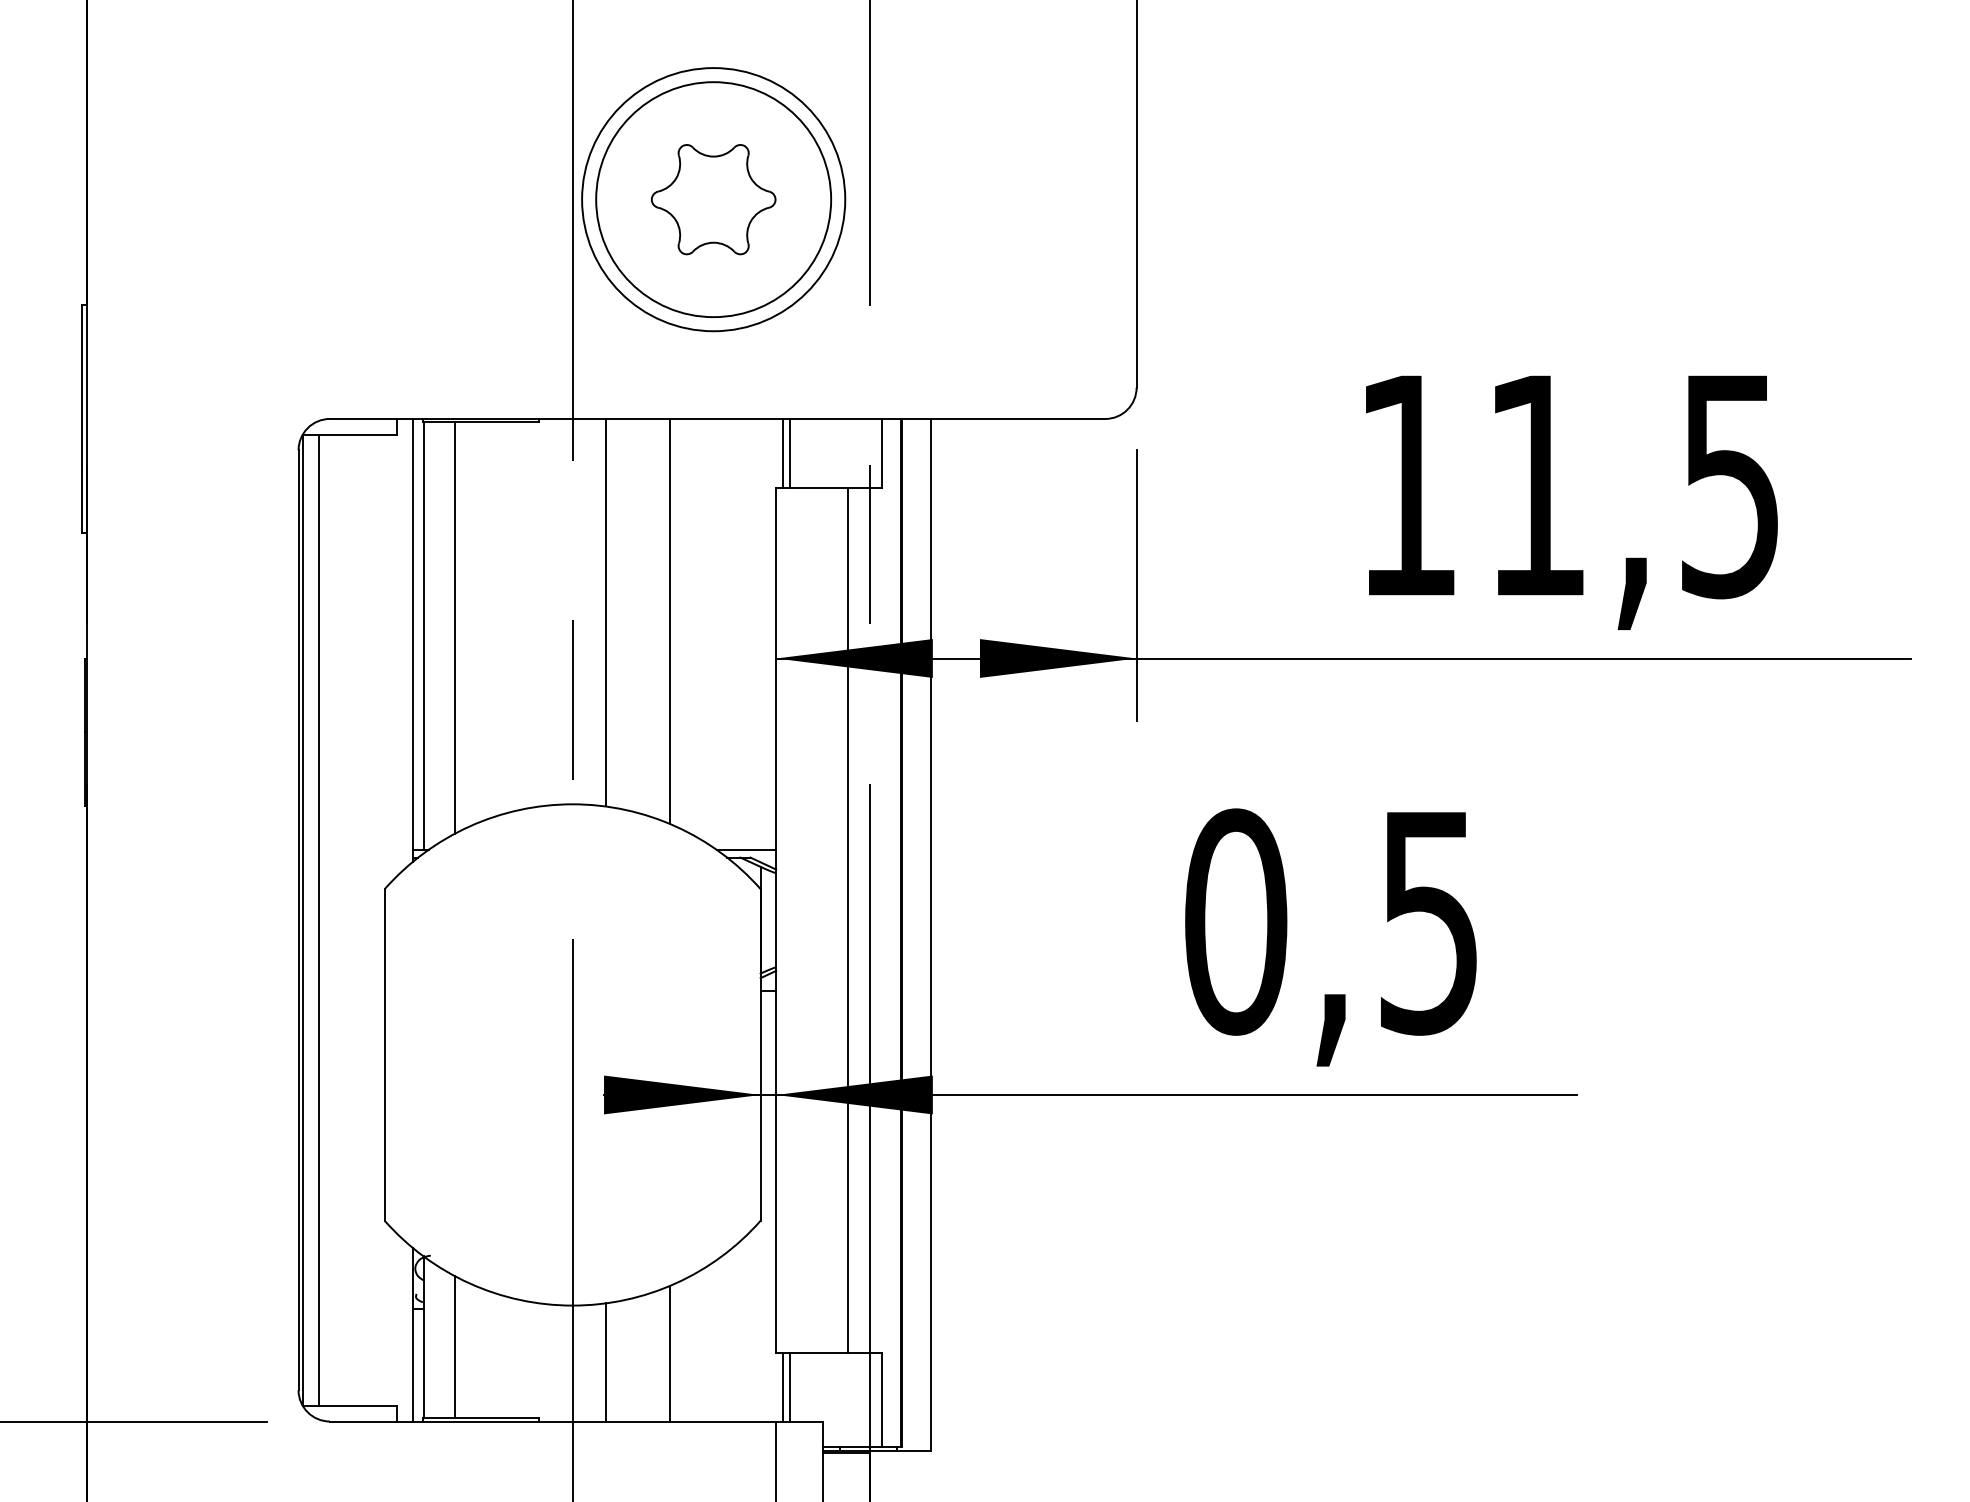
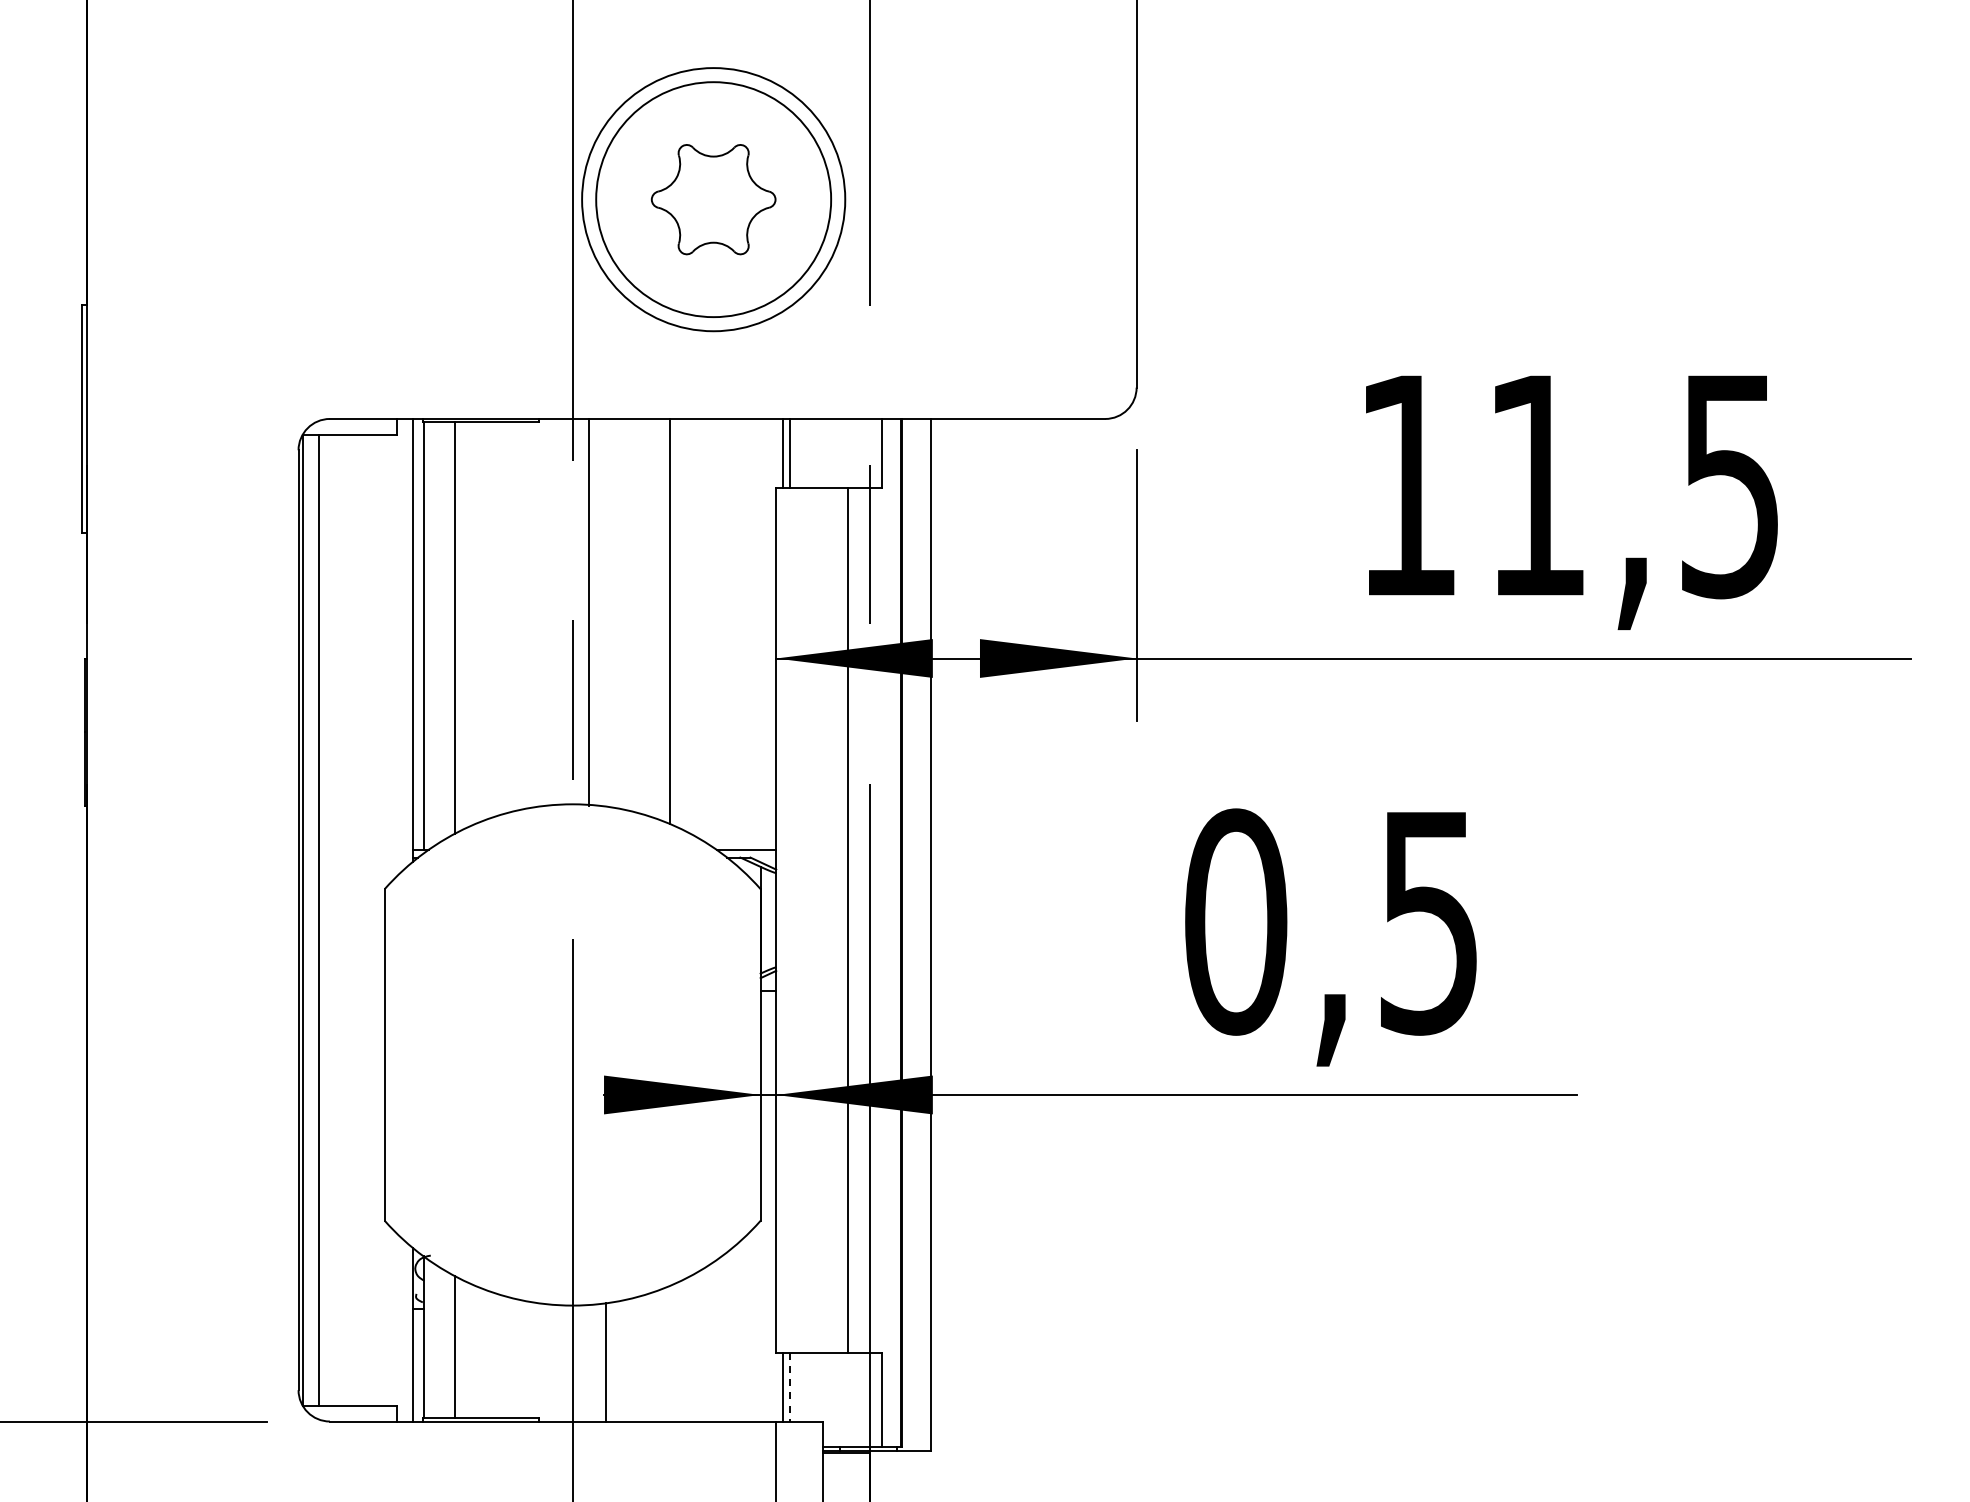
line at (605, 612) position: (605, 612) -> (588, 612)
line at (670, 1353): present -> none
line at (789, 1387): solid -> dashed
